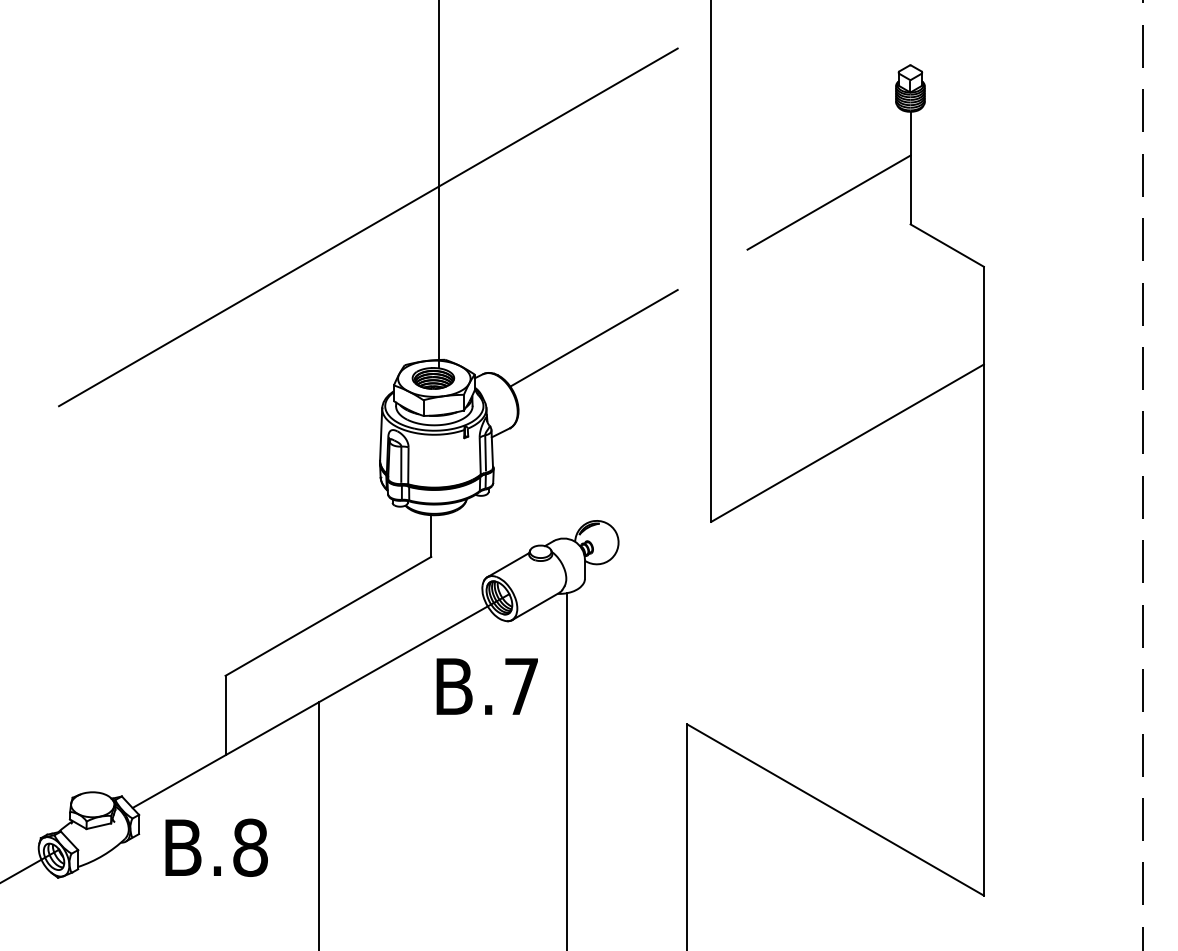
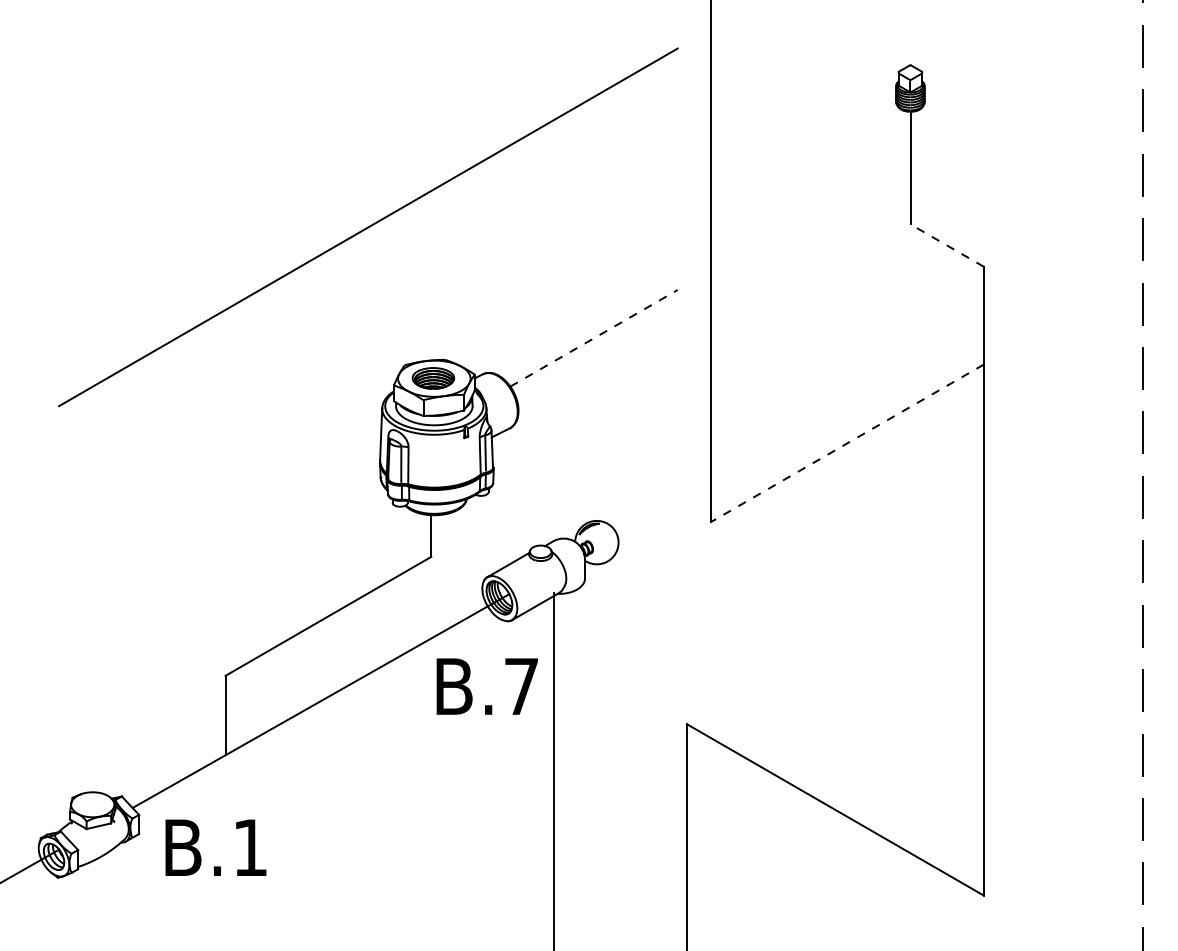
line at (439, 185): present -> none
line at (828, 202): present -> none
line at (946, 245): solid -> dashed
line at (594, 338): solid -> dashed
line at (847, 443): solid -> dashed
line at (567, 770) position: (567, 770) -> (554, 770)
line at (319, 824): present -> none
text at (250, 847): B.8 -> B.1
